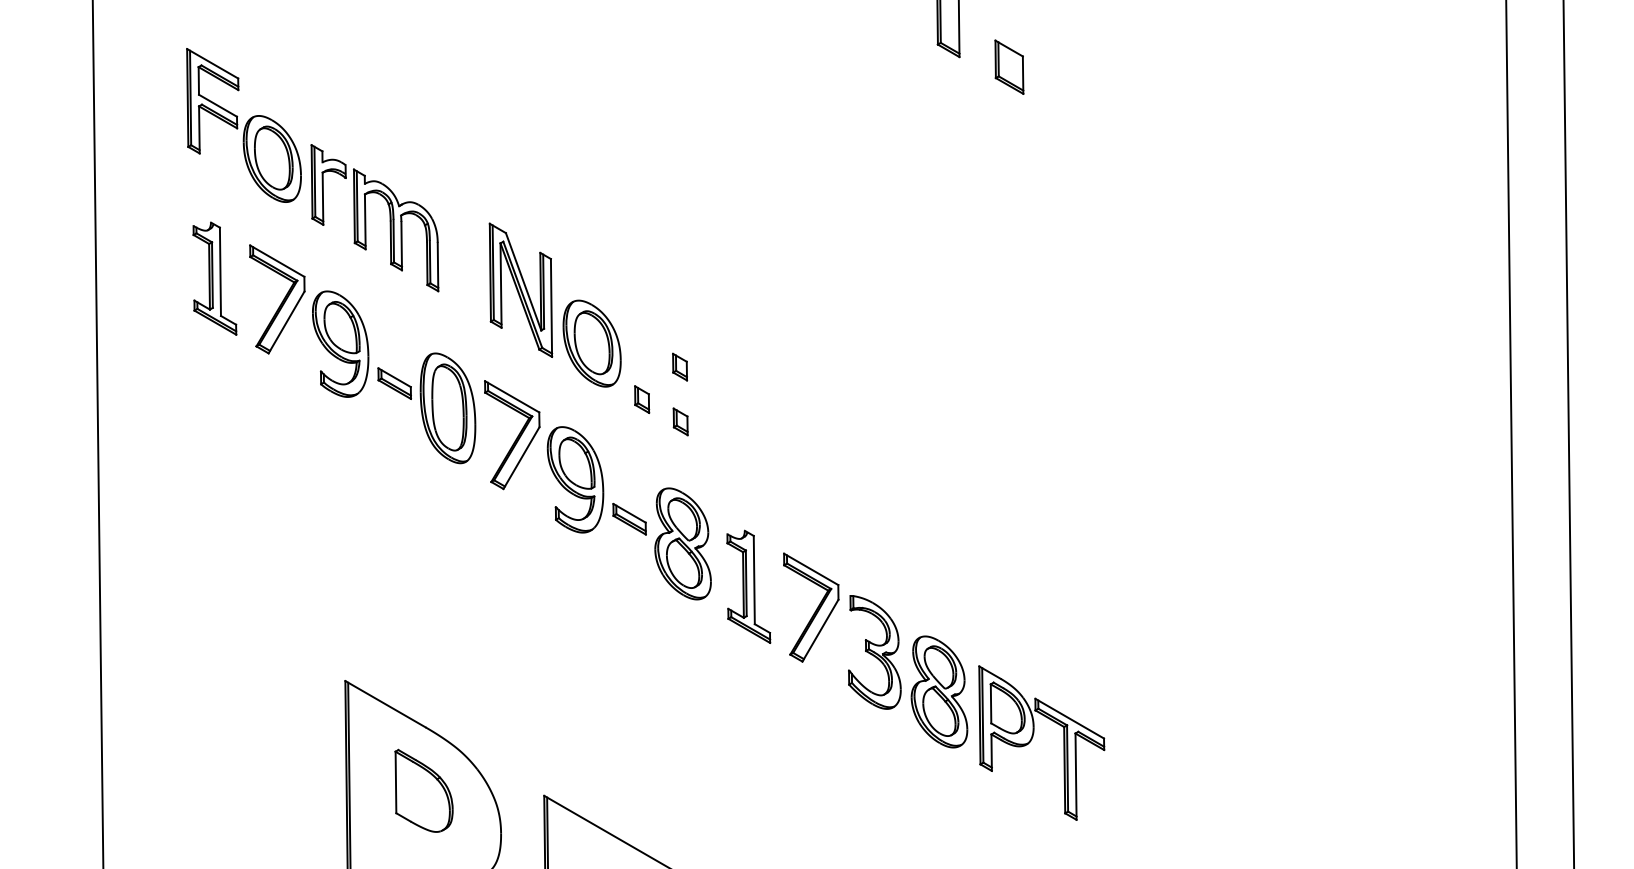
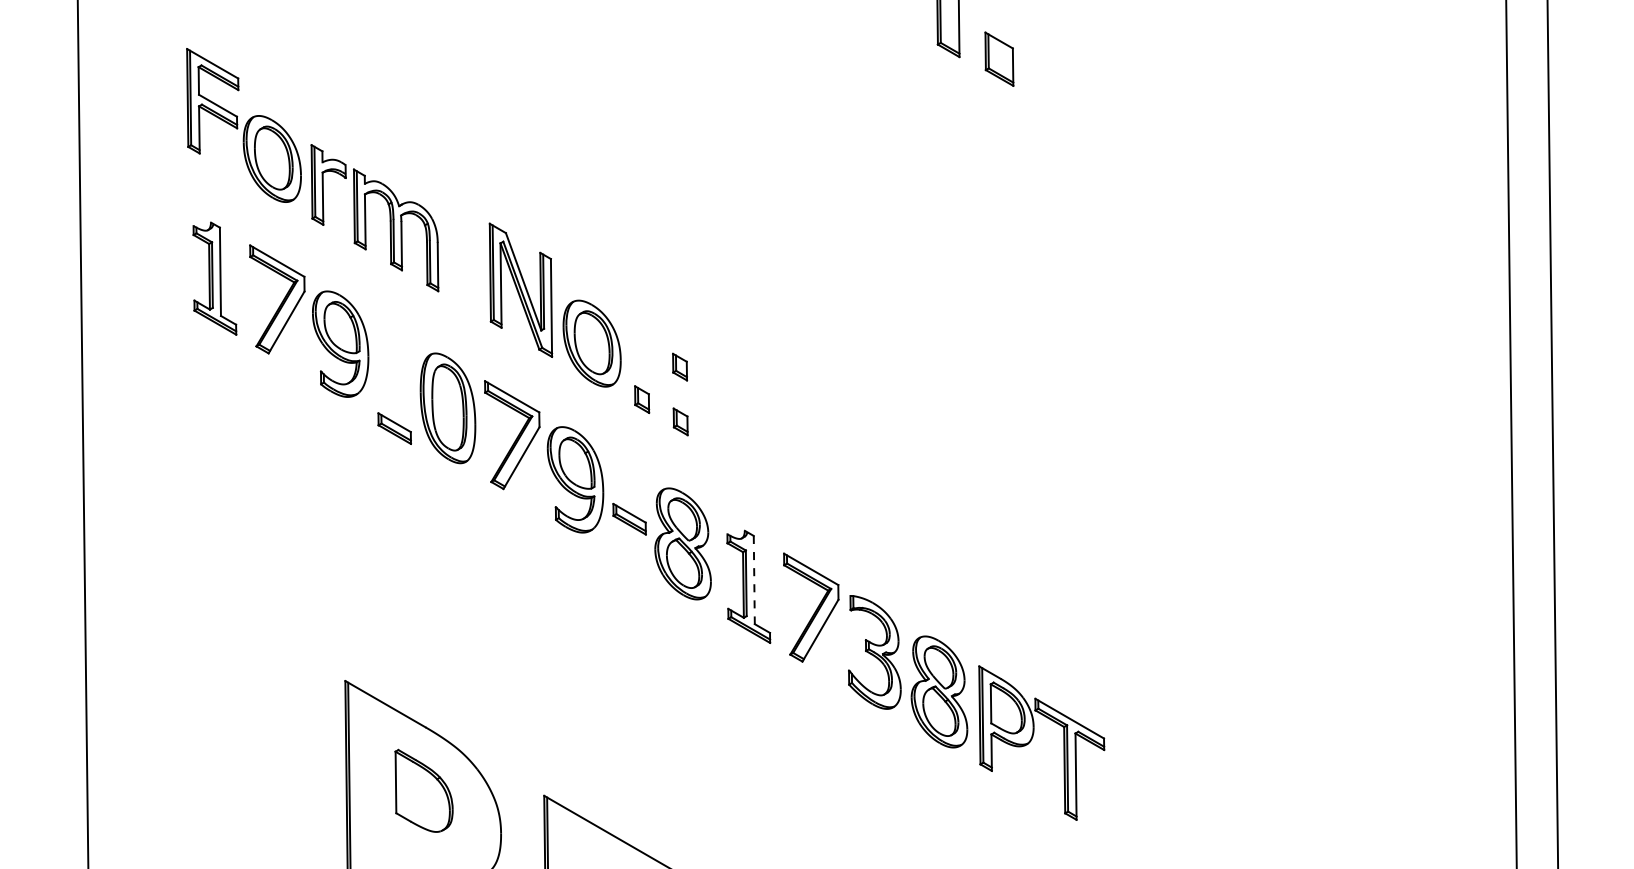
part at (1009, 66) position: (1009, 66) -> (999, 58)
part at (394, 383) position: (394, 383) -> (394, 428)
line at (97, 433) position: (97, 433) -> (82, 433)
line at (1568, 433) position: (1568, 433) -> (1552, 433)
line at (754, 580): solid -> dashed
